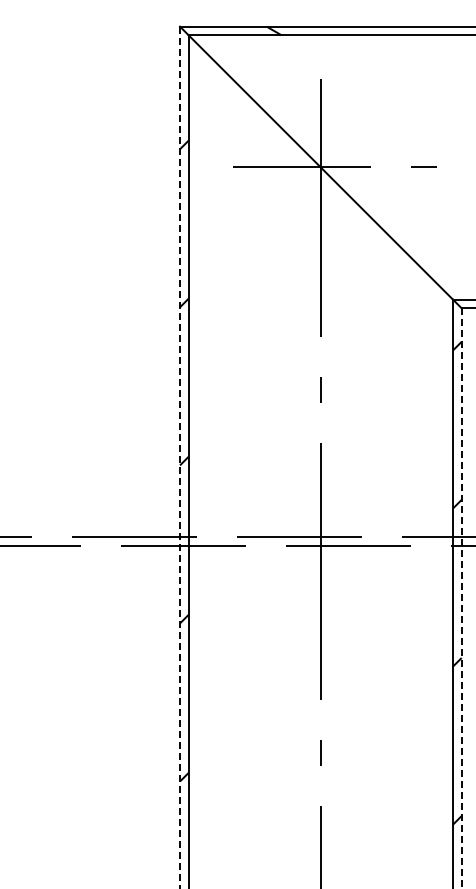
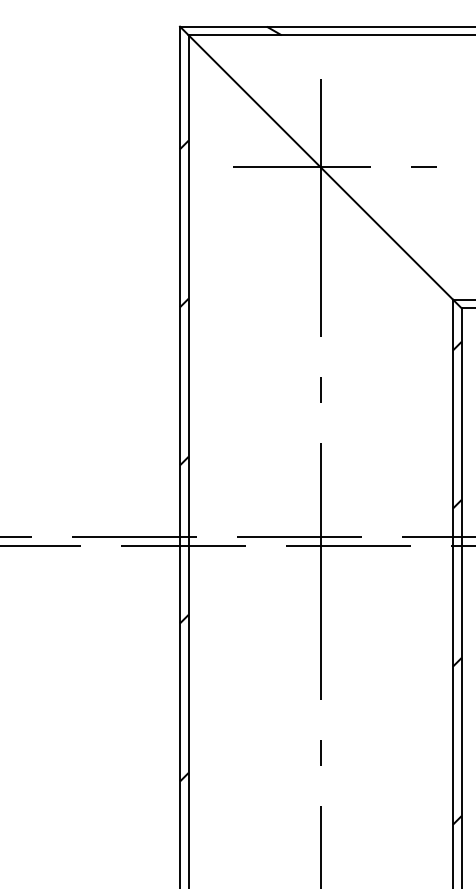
line at (180, 458): dashed -> solid
line at (461, 598): dashed -> solid
